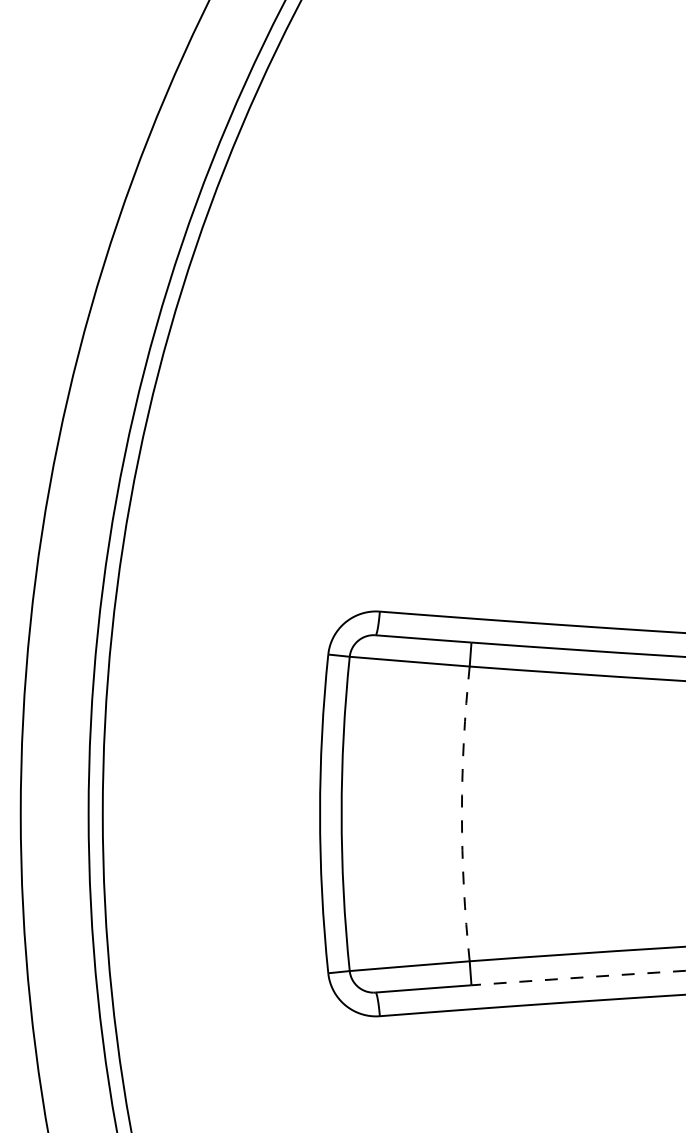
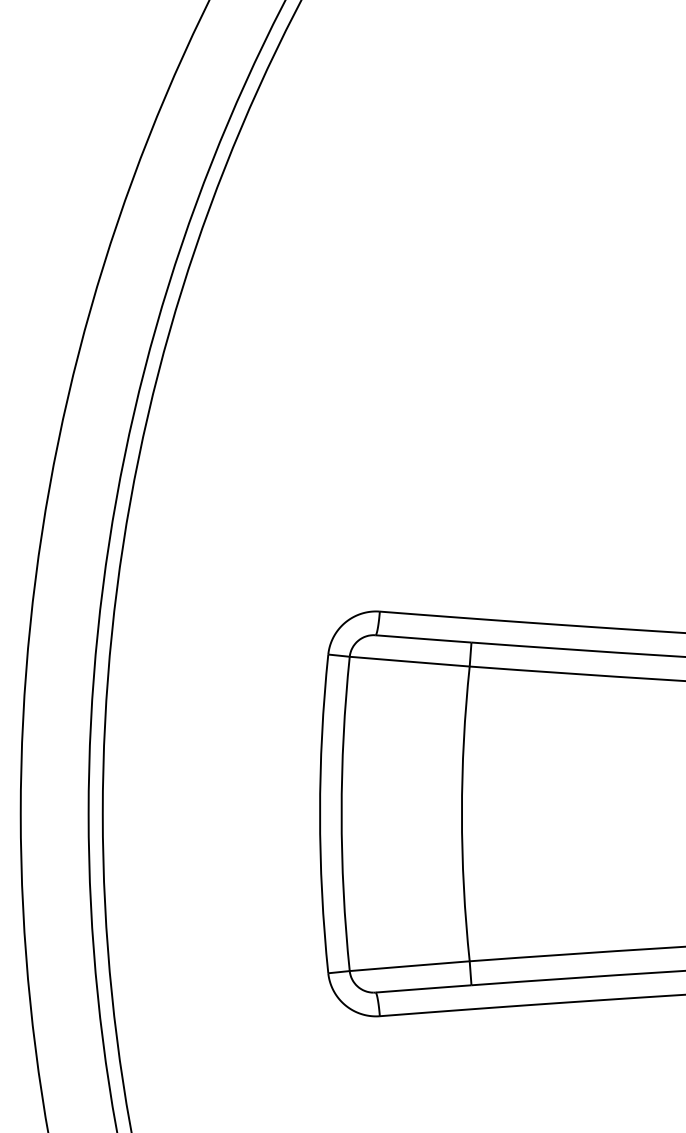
arc at (461, 813): dashed -> solid
arc at (578, 977): dashed -> solid
